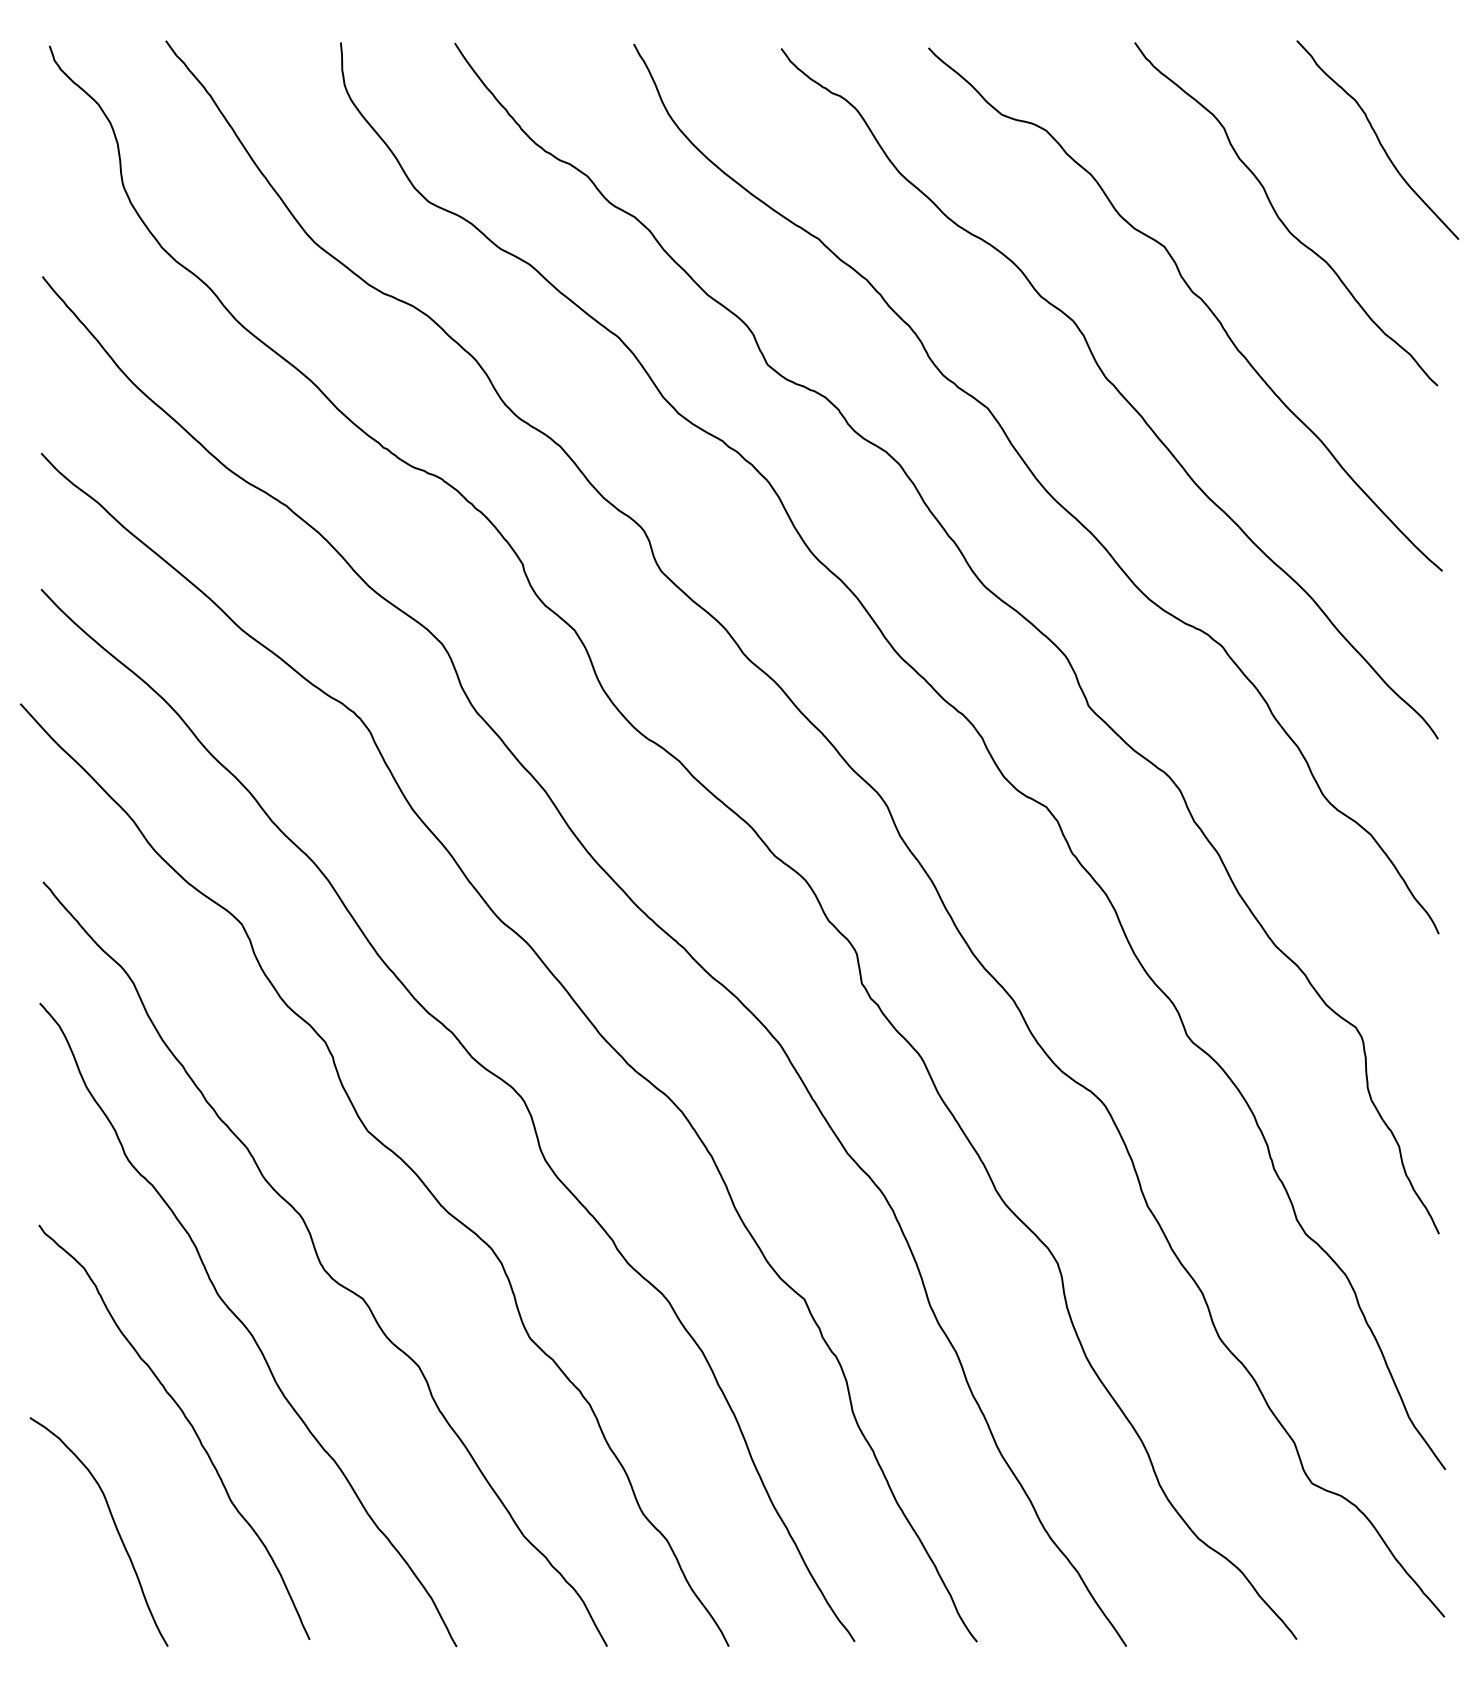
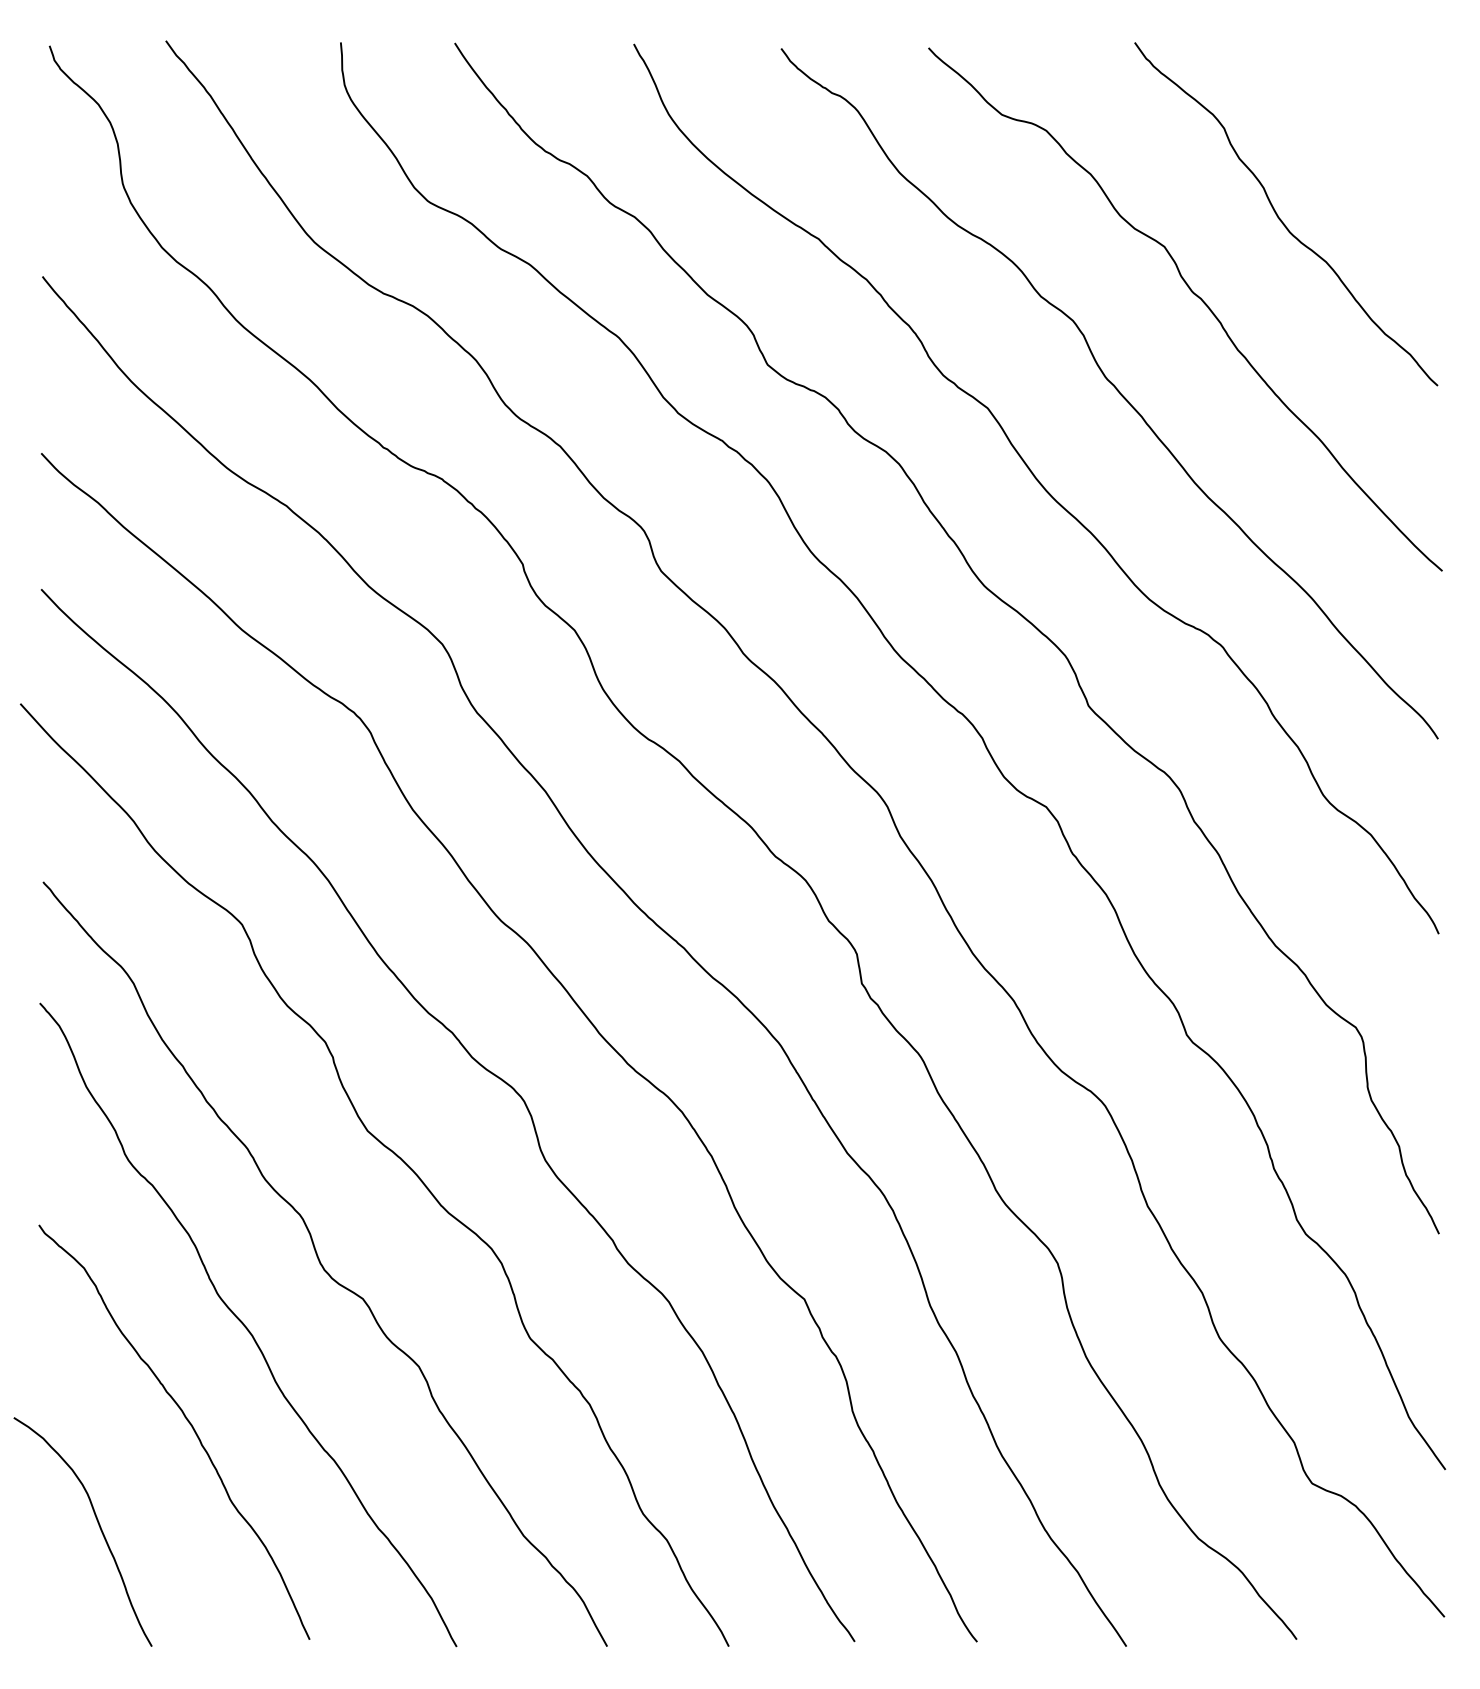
curve at (1377, 139): present -> none
curve at (113, 1523) position: (113, 1523) -> (97, 1523)
